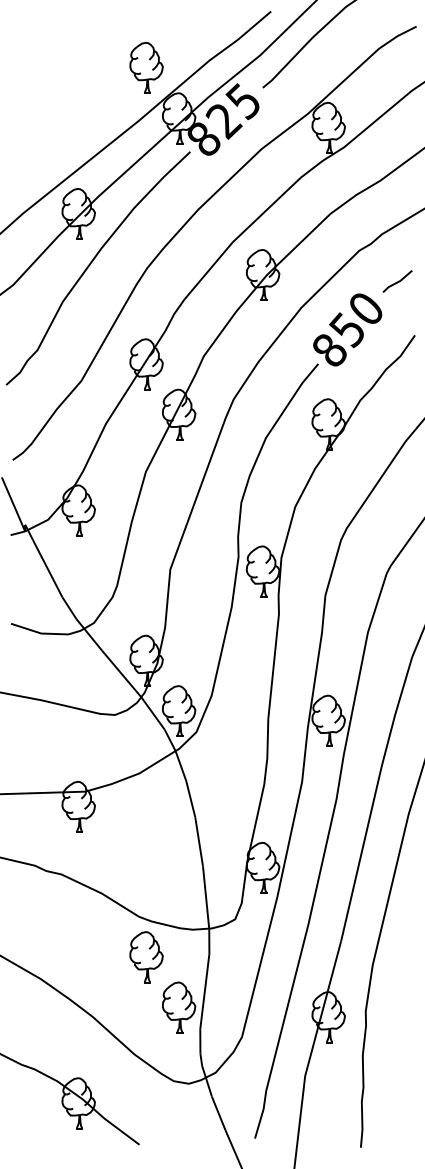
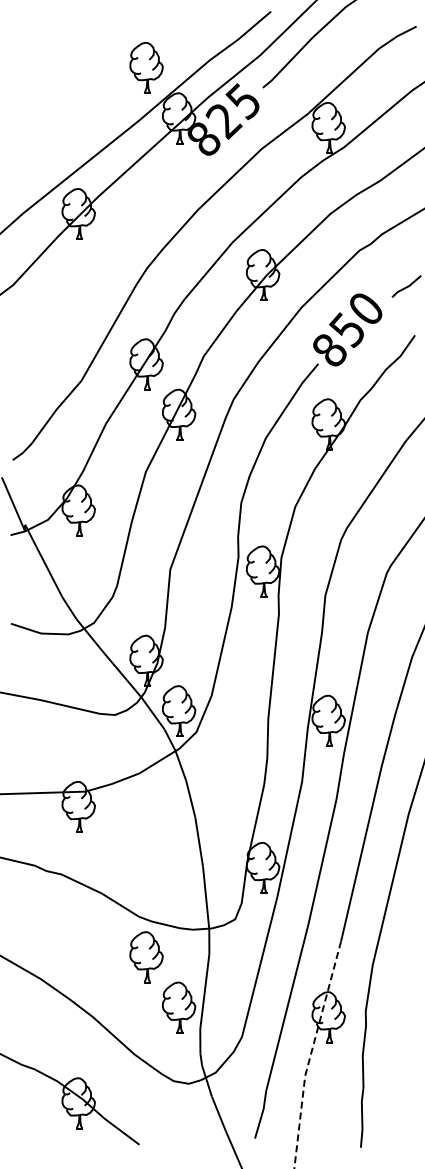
curve at (90, 265): present -> none
line at (397, 281) position: (397, 281) -> (406, 286)
line at (310, 1054): solid -> dashed
